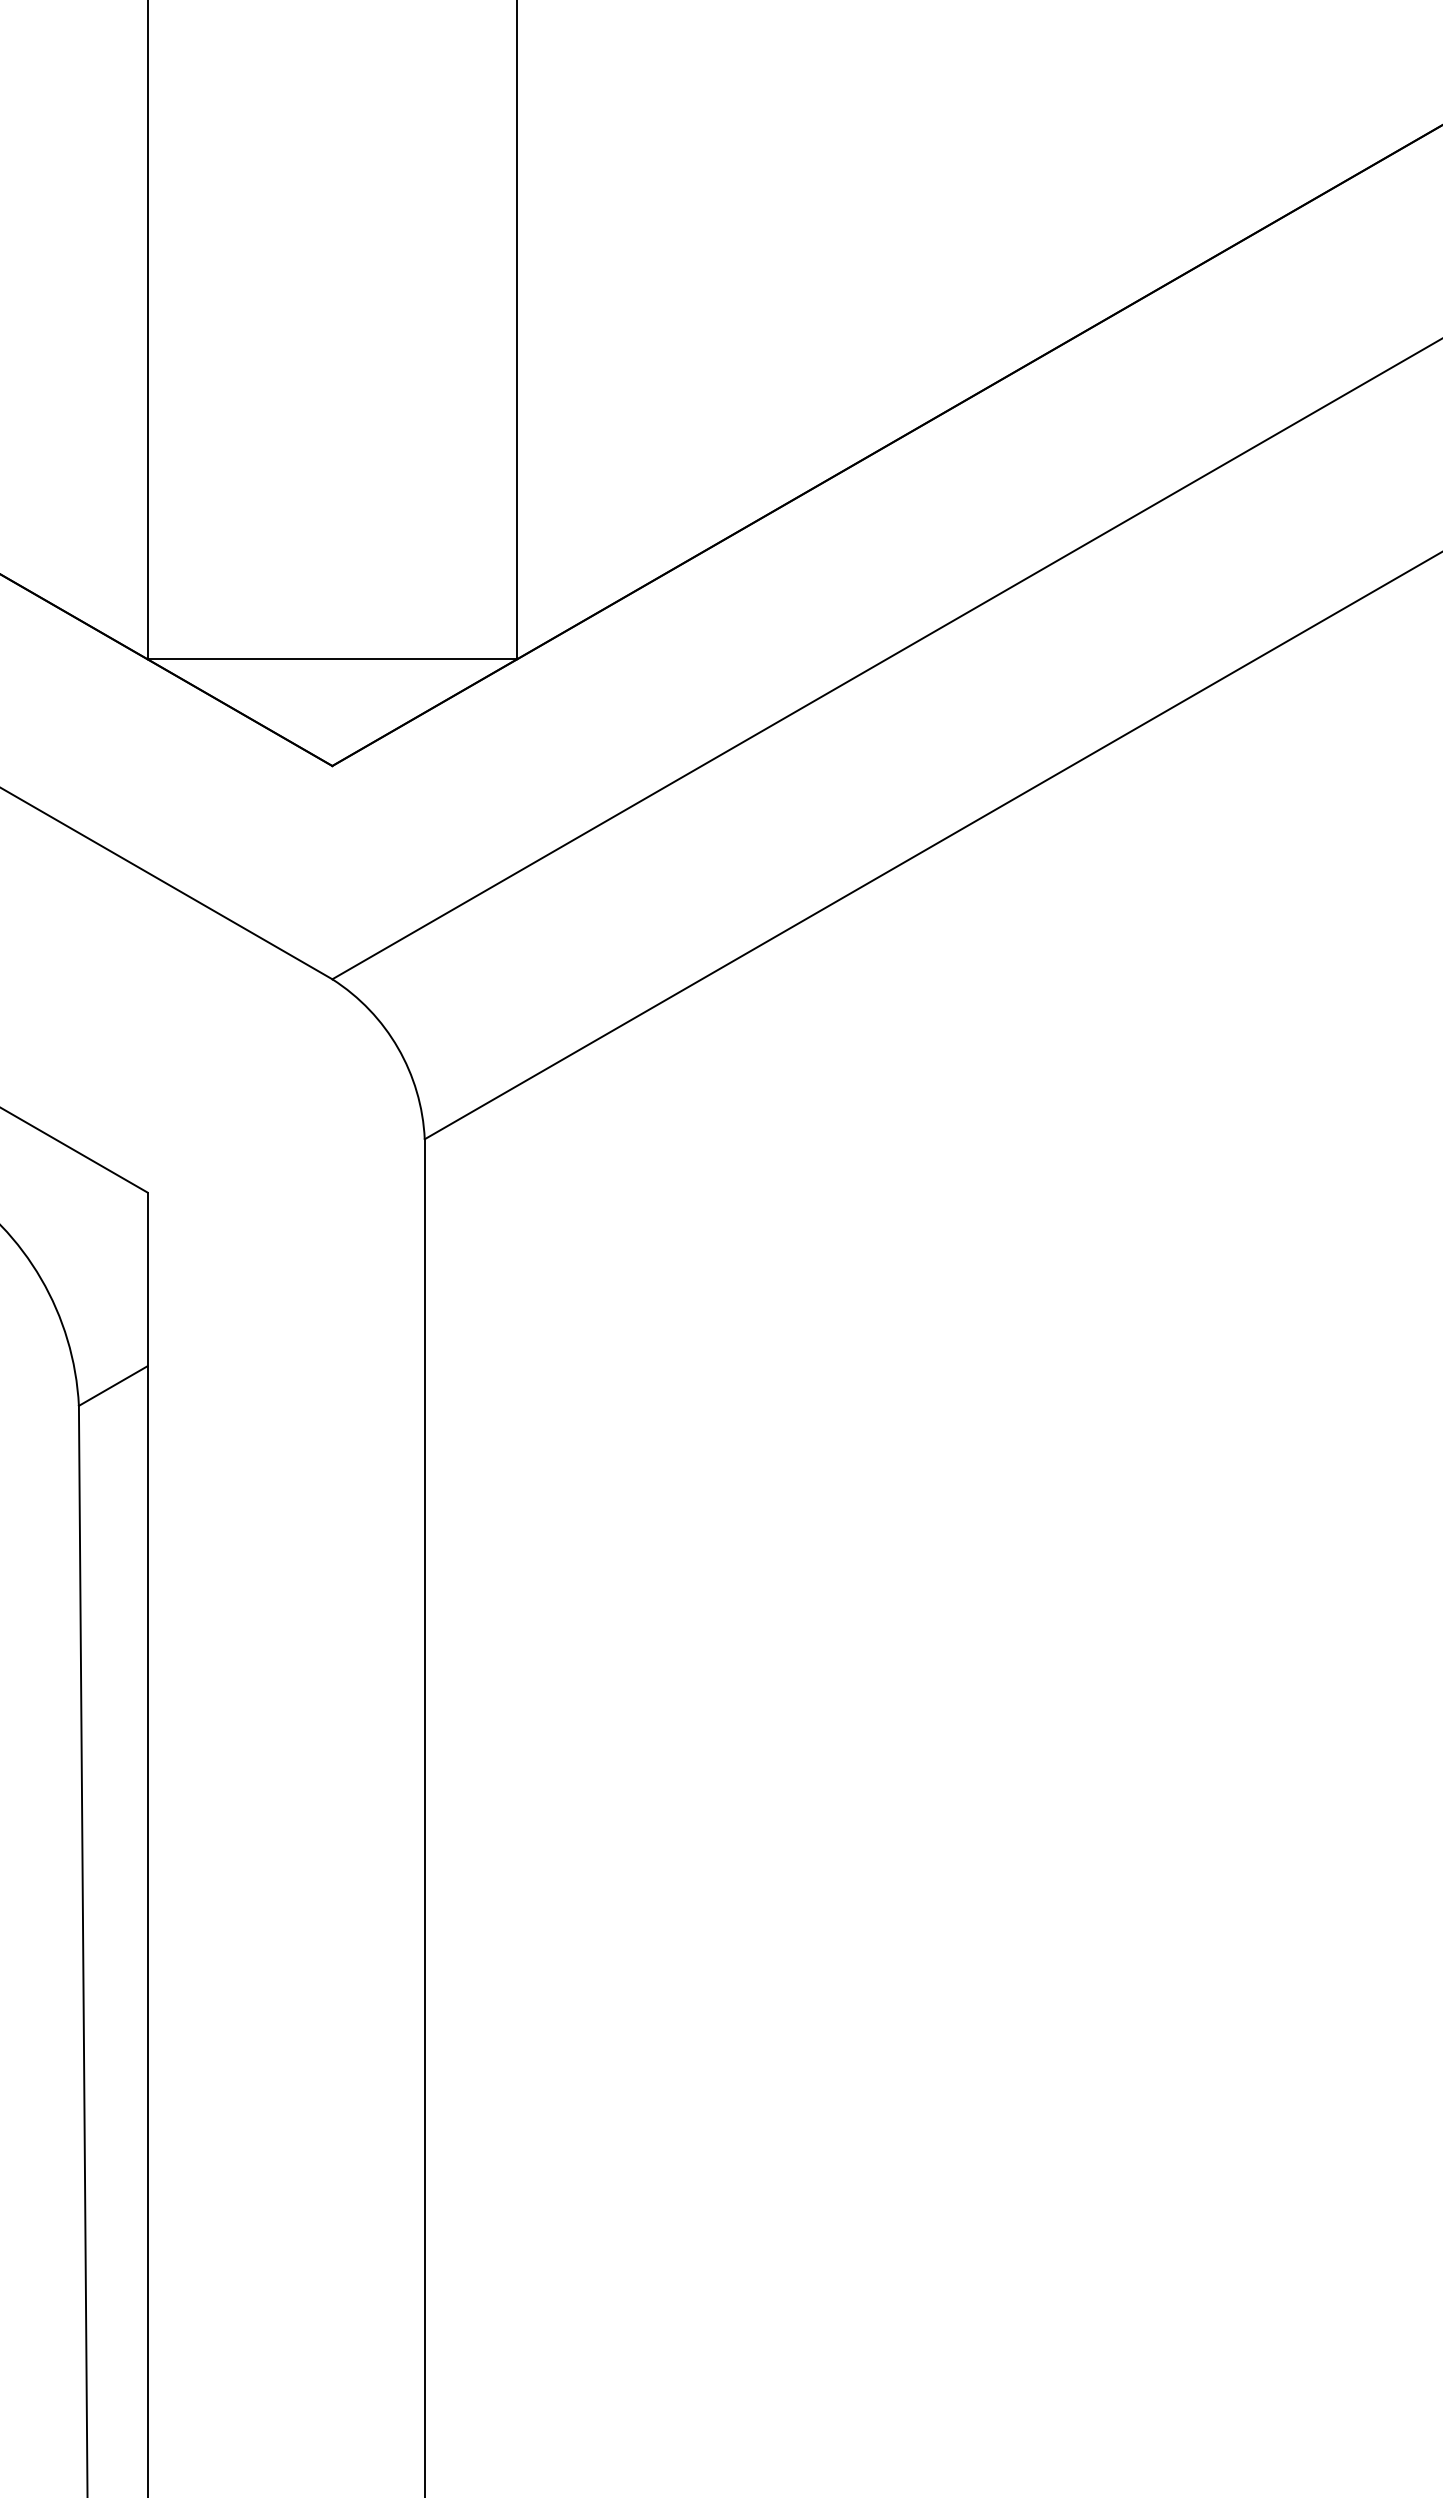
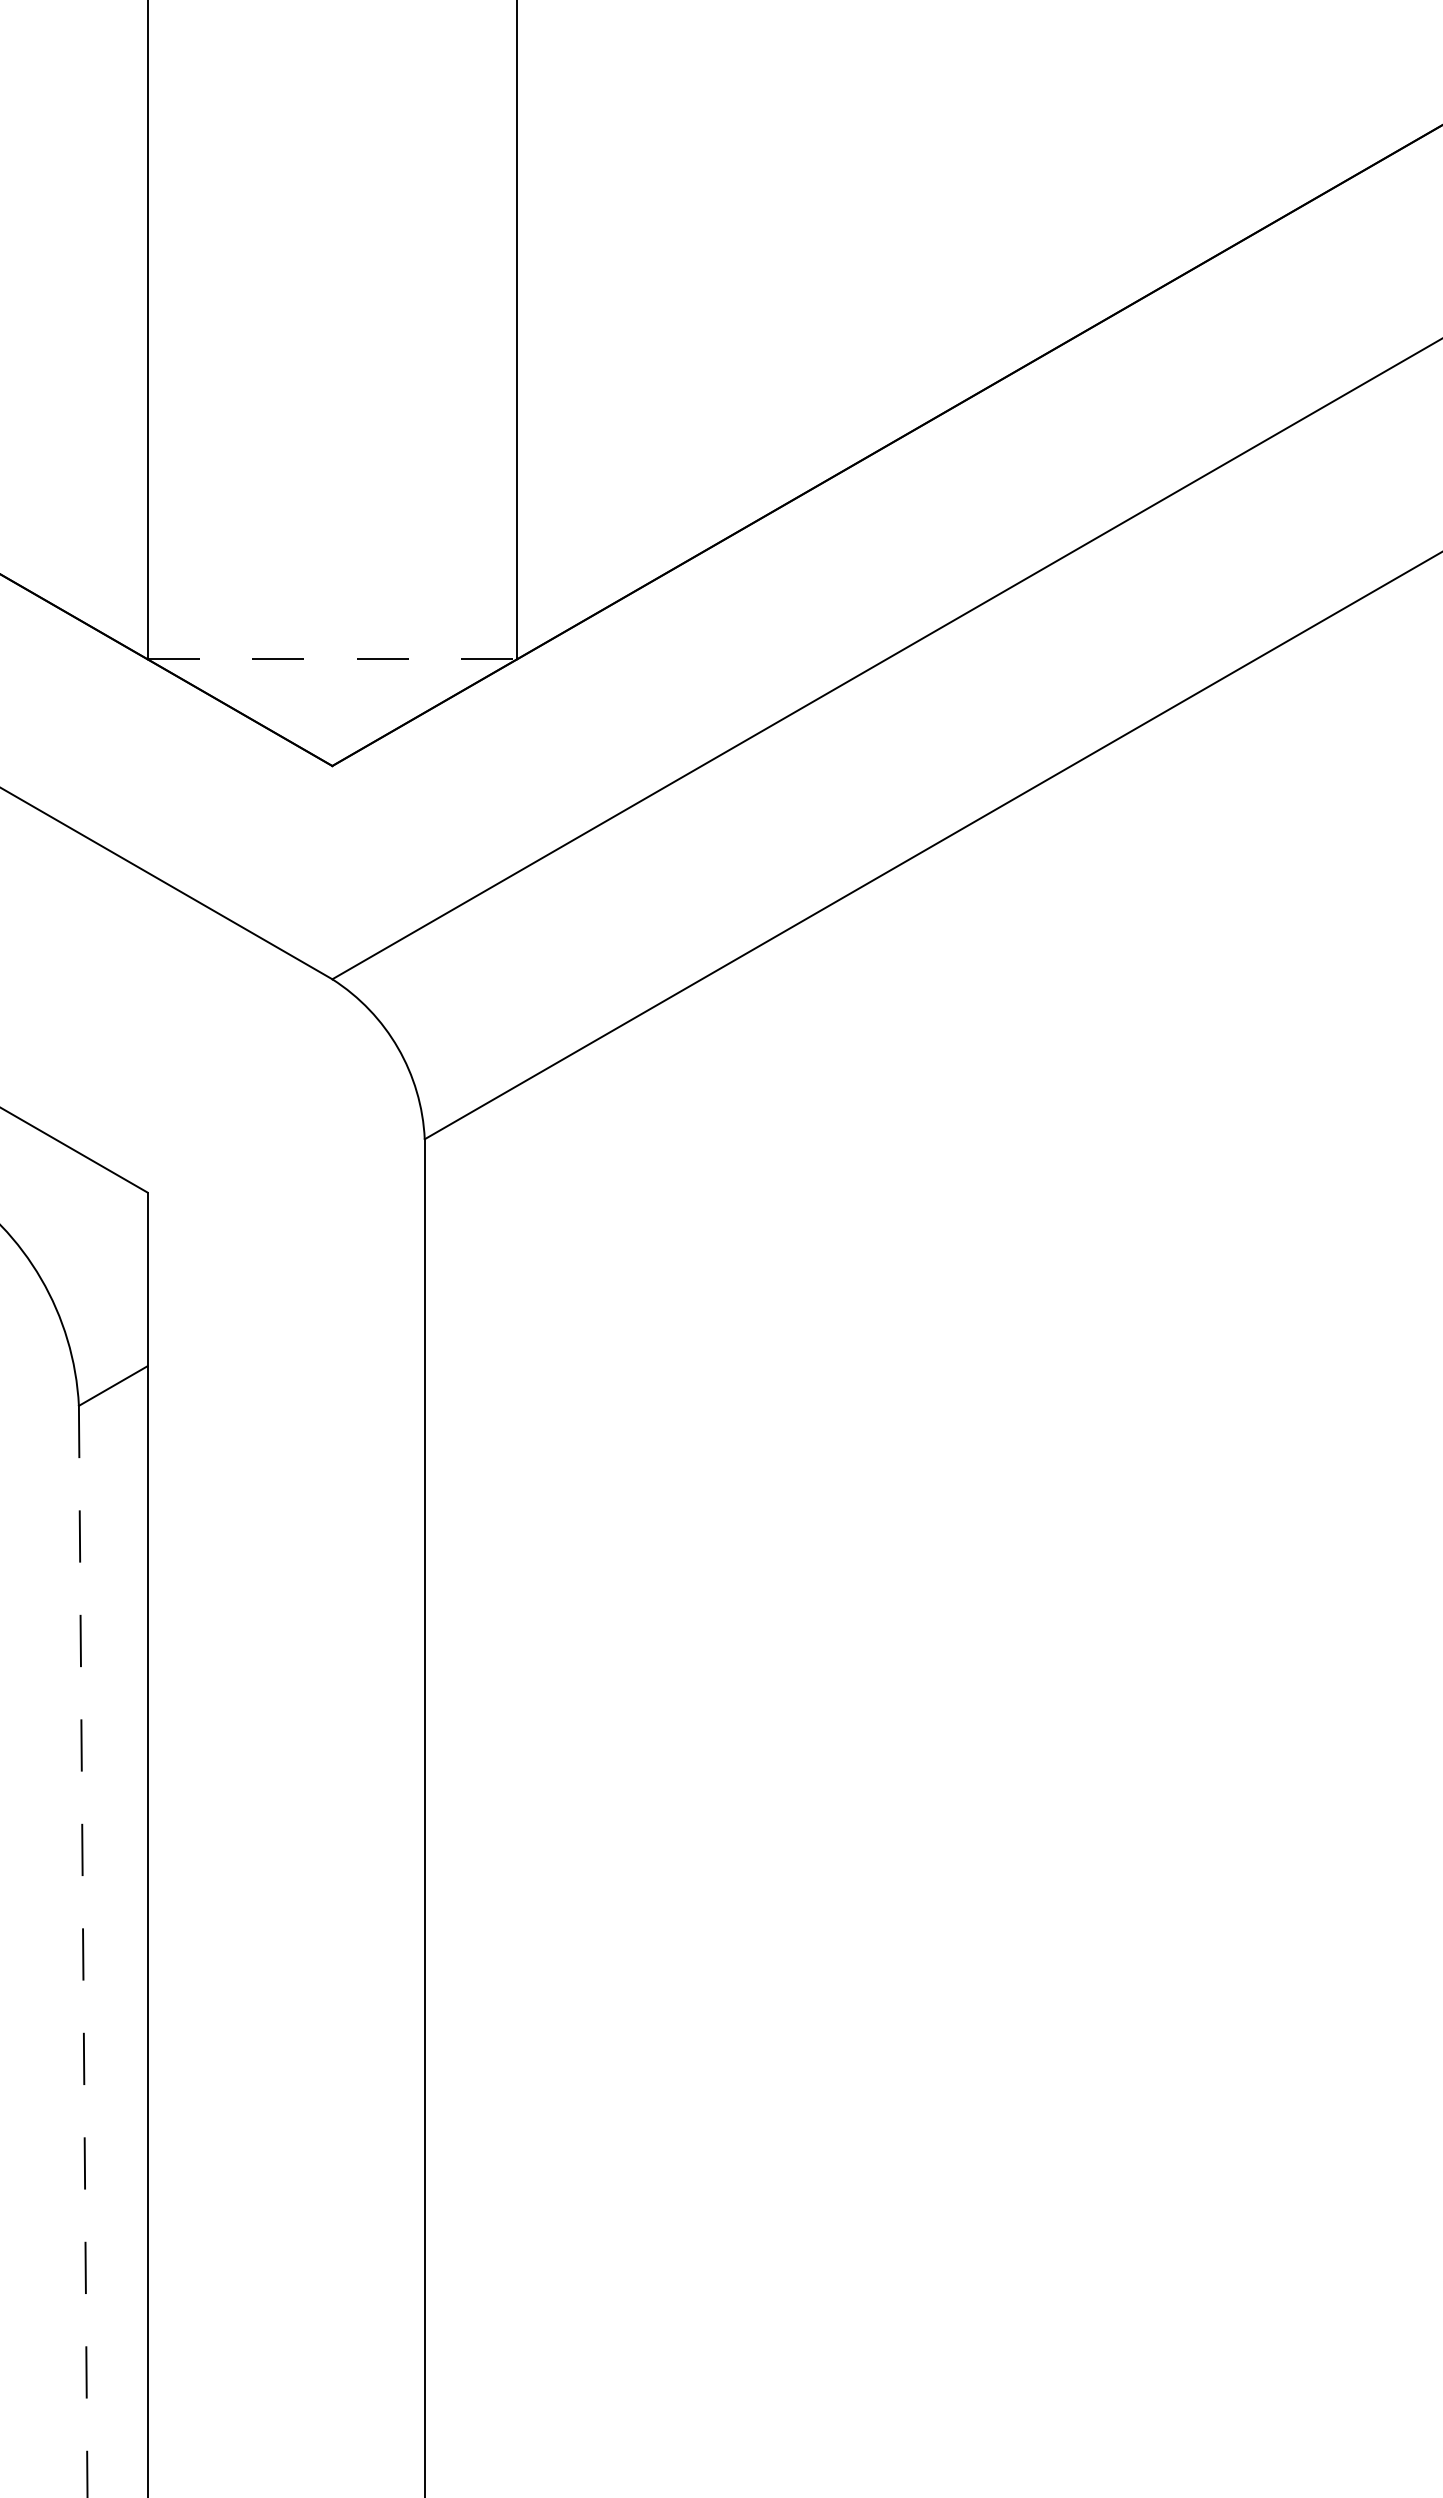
line at (332, 659): solid -> dashed
line at (83, 1951): solid -> dashed
